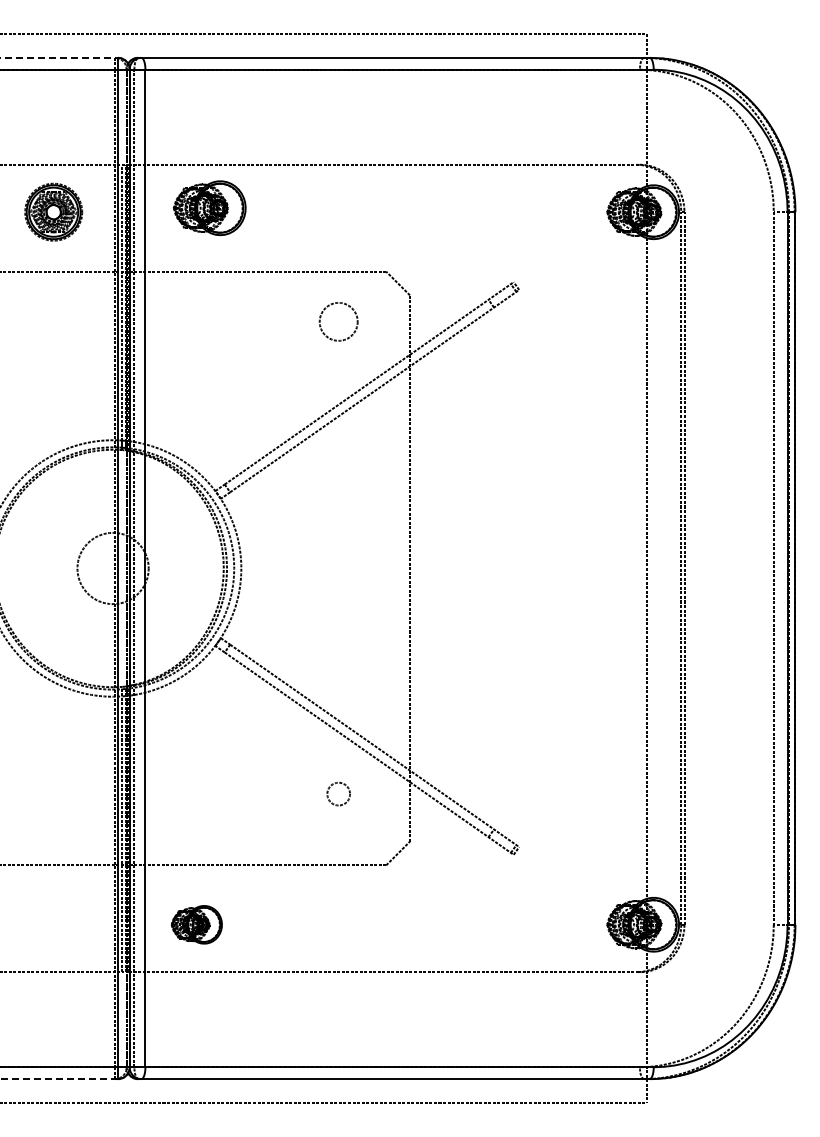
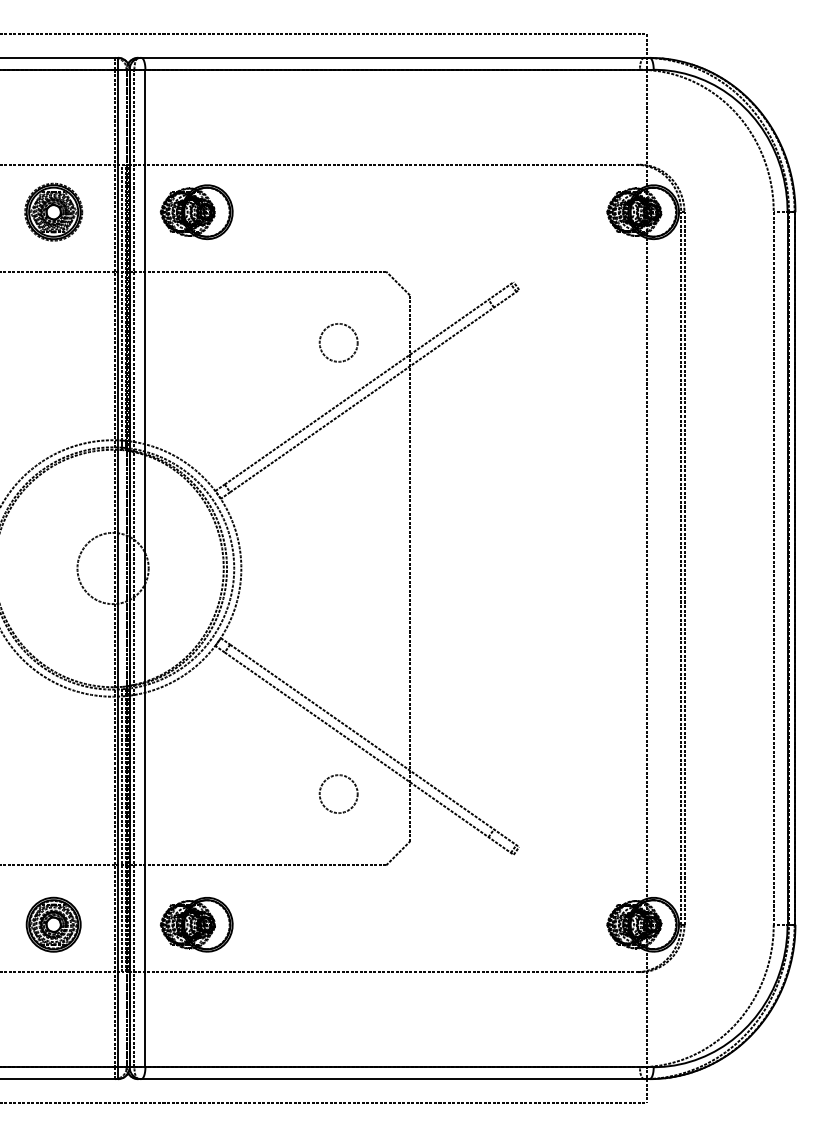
line at (59, 57): dashed -> solid
part at (209, 208) position: (209, 208) -> (196, 212)
circle at (338, 321) position: (338, 321) -> (338, 342)
circle at (338, 793) diameter: 23 px -> 38 px
part at (53, 924): none -> present
part at (196, 924) size: 53x40 px -> 74x56 px
line at (58, 1079): dashed -> solid
